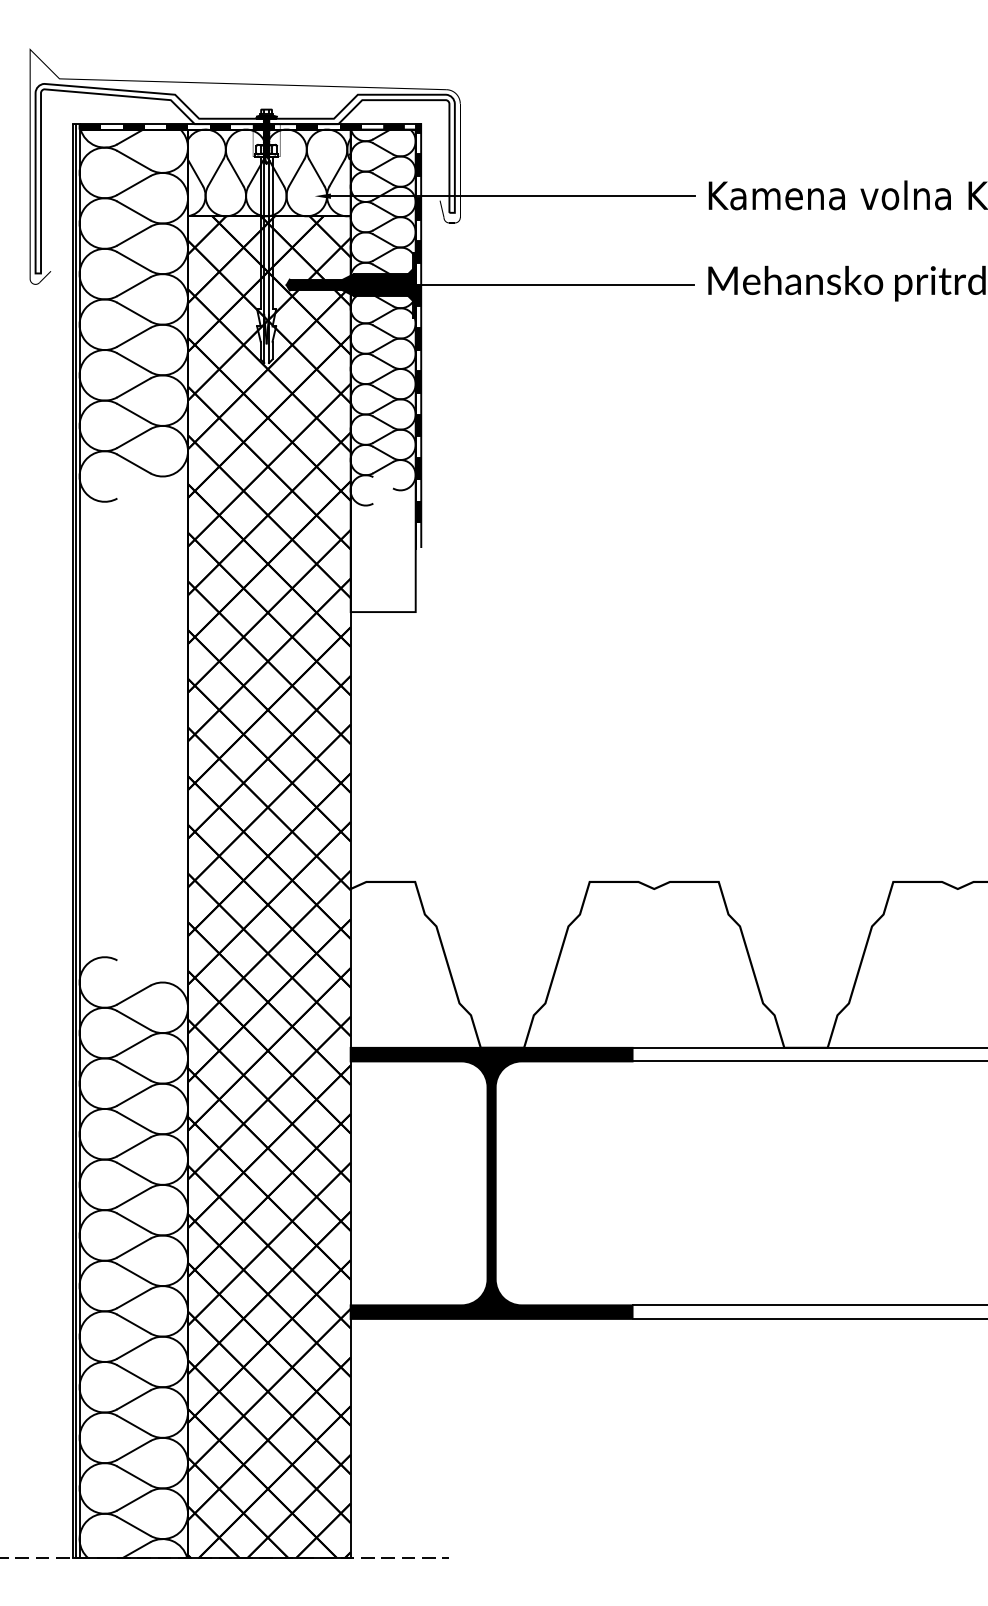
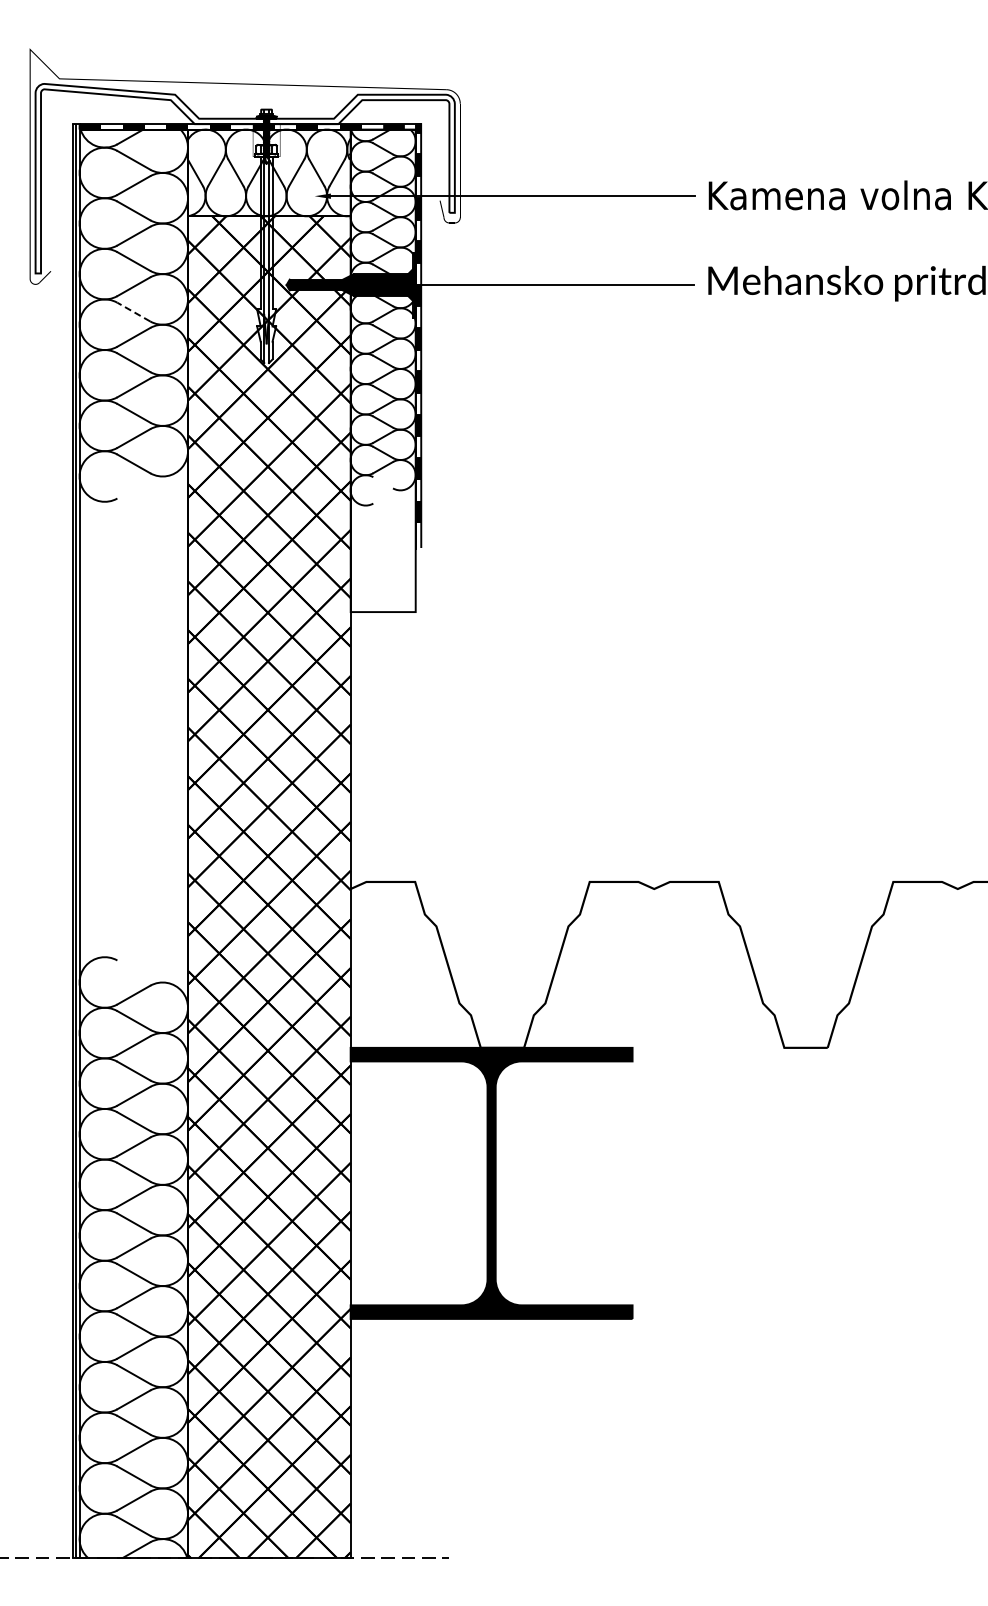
line at (133, 312): solid -> dashed
line at (808, 1047): present -> none
line at (808, 1061): present -> none
line at (808, 1305): present -> none
line at (808, 1318): present -> none
